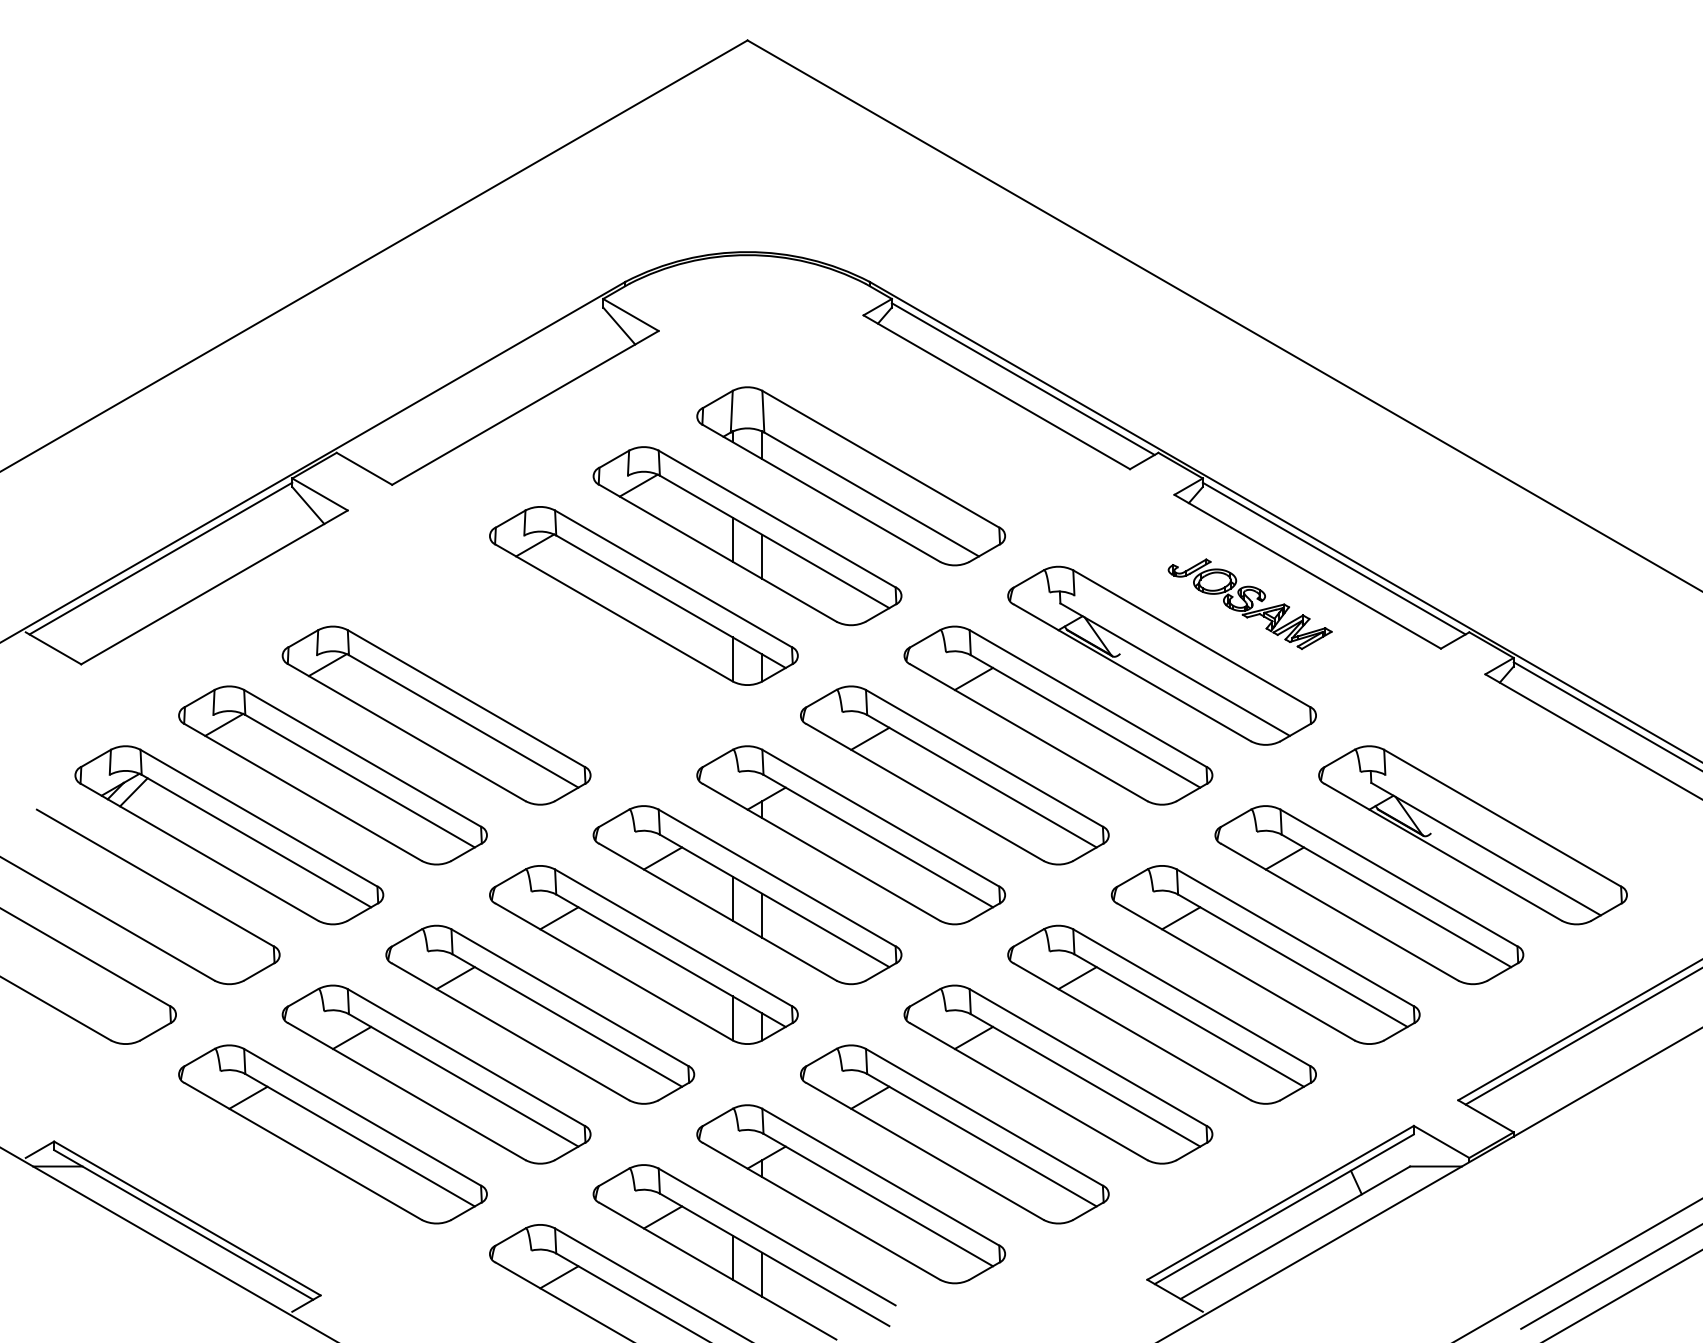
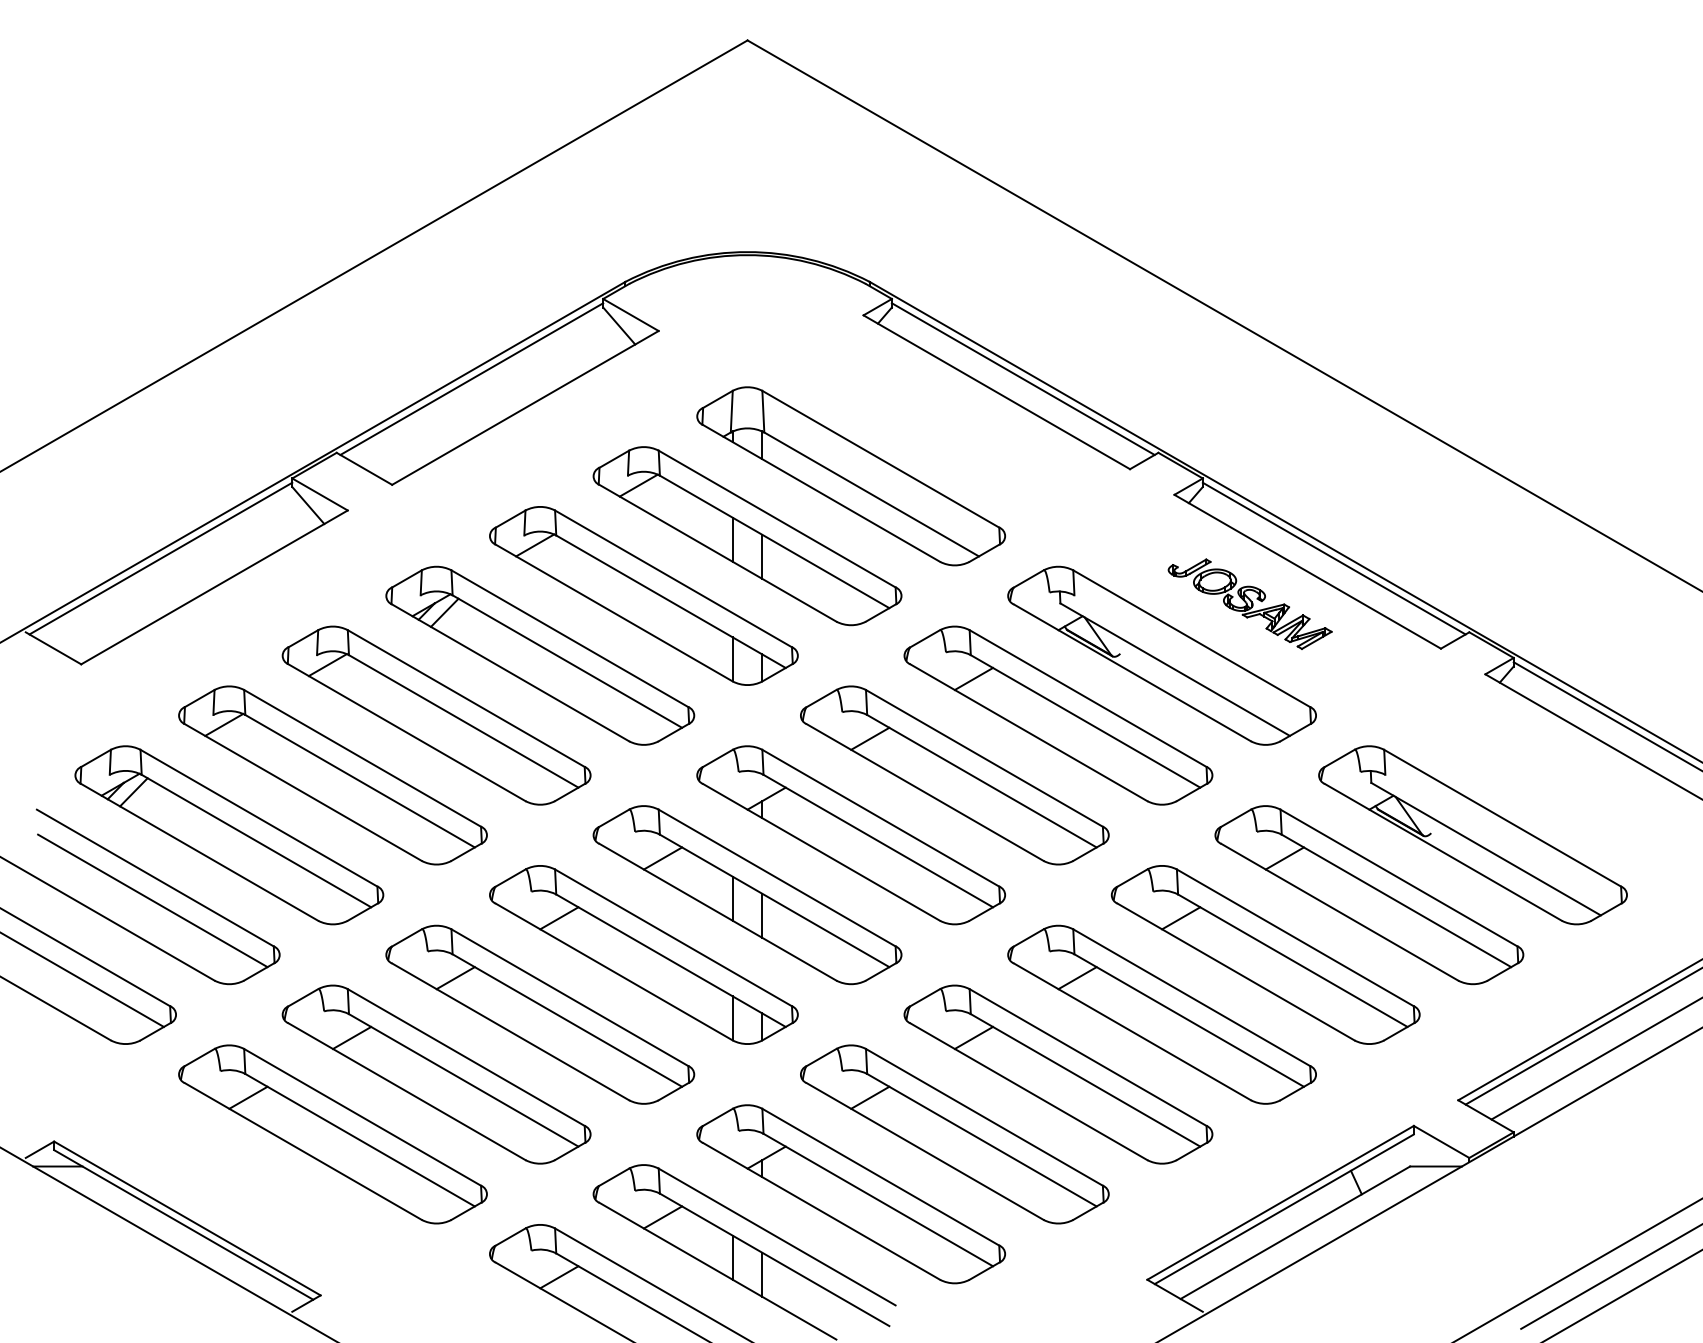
line at (471, 378): none -> present
part at (540, 655): none -> present
line at (152, 900): none -> present
line at (82, 979): none -> present
line at (1595, 1059): none -> present
